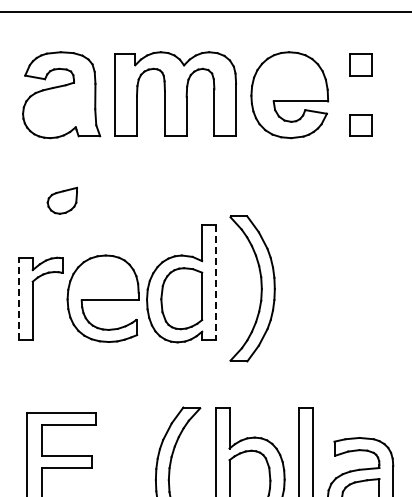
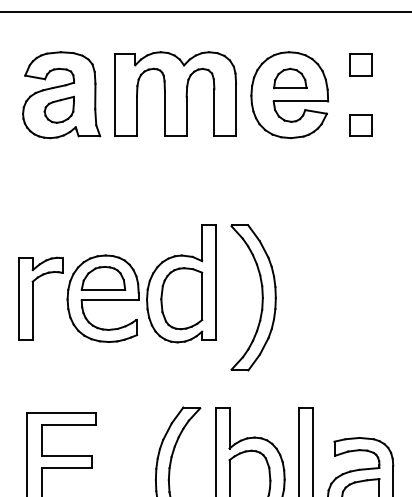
part at (290, 78): none -> present
part at (61, 200) position: (61, 200) -> (58, 109)
part at (103, 278): none -> present
line at (216, 283): dashed -> solid
part at (260, 288) position: (260, 288) -> (261, 297)
line at (18, 298): dashed -> solid
